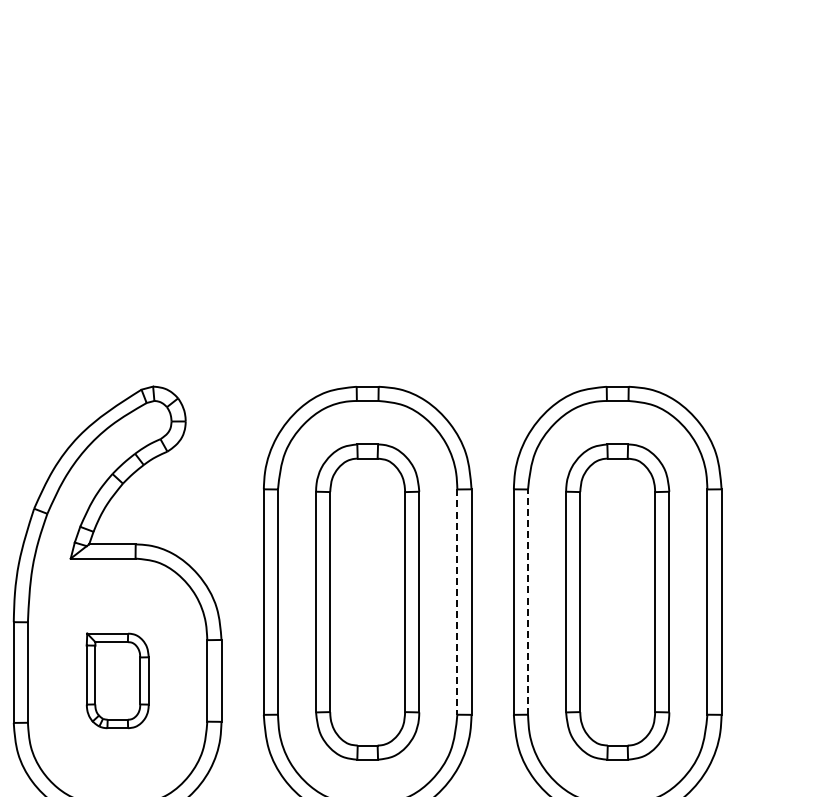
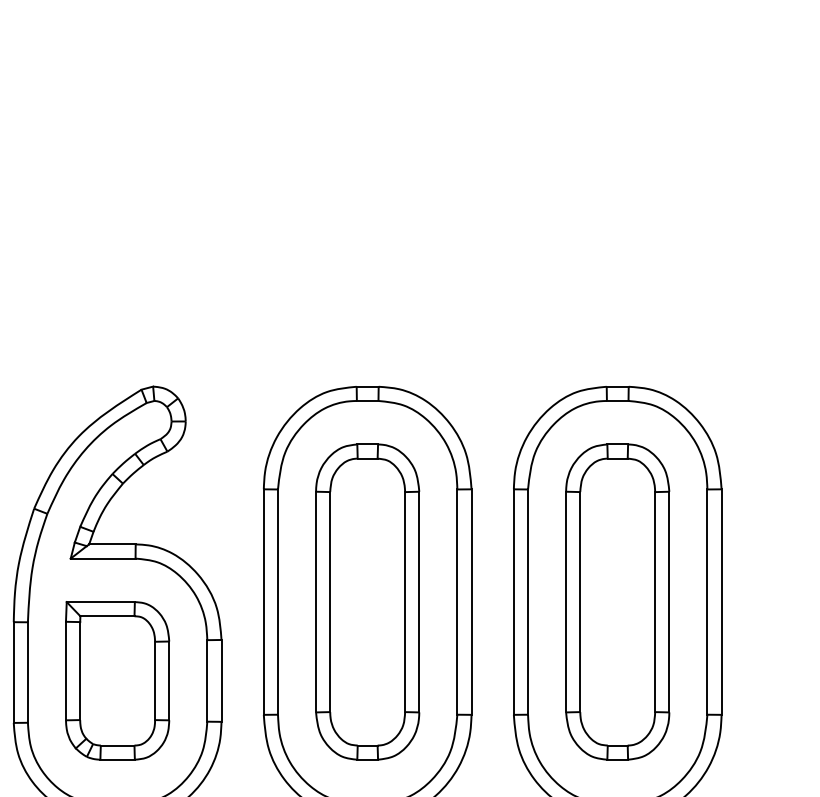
line at (457, 602): dashed -> solid
line at (528, 602): dashed -> solid
part at (117, 680) size: 65x98 px -> 106x160 px
